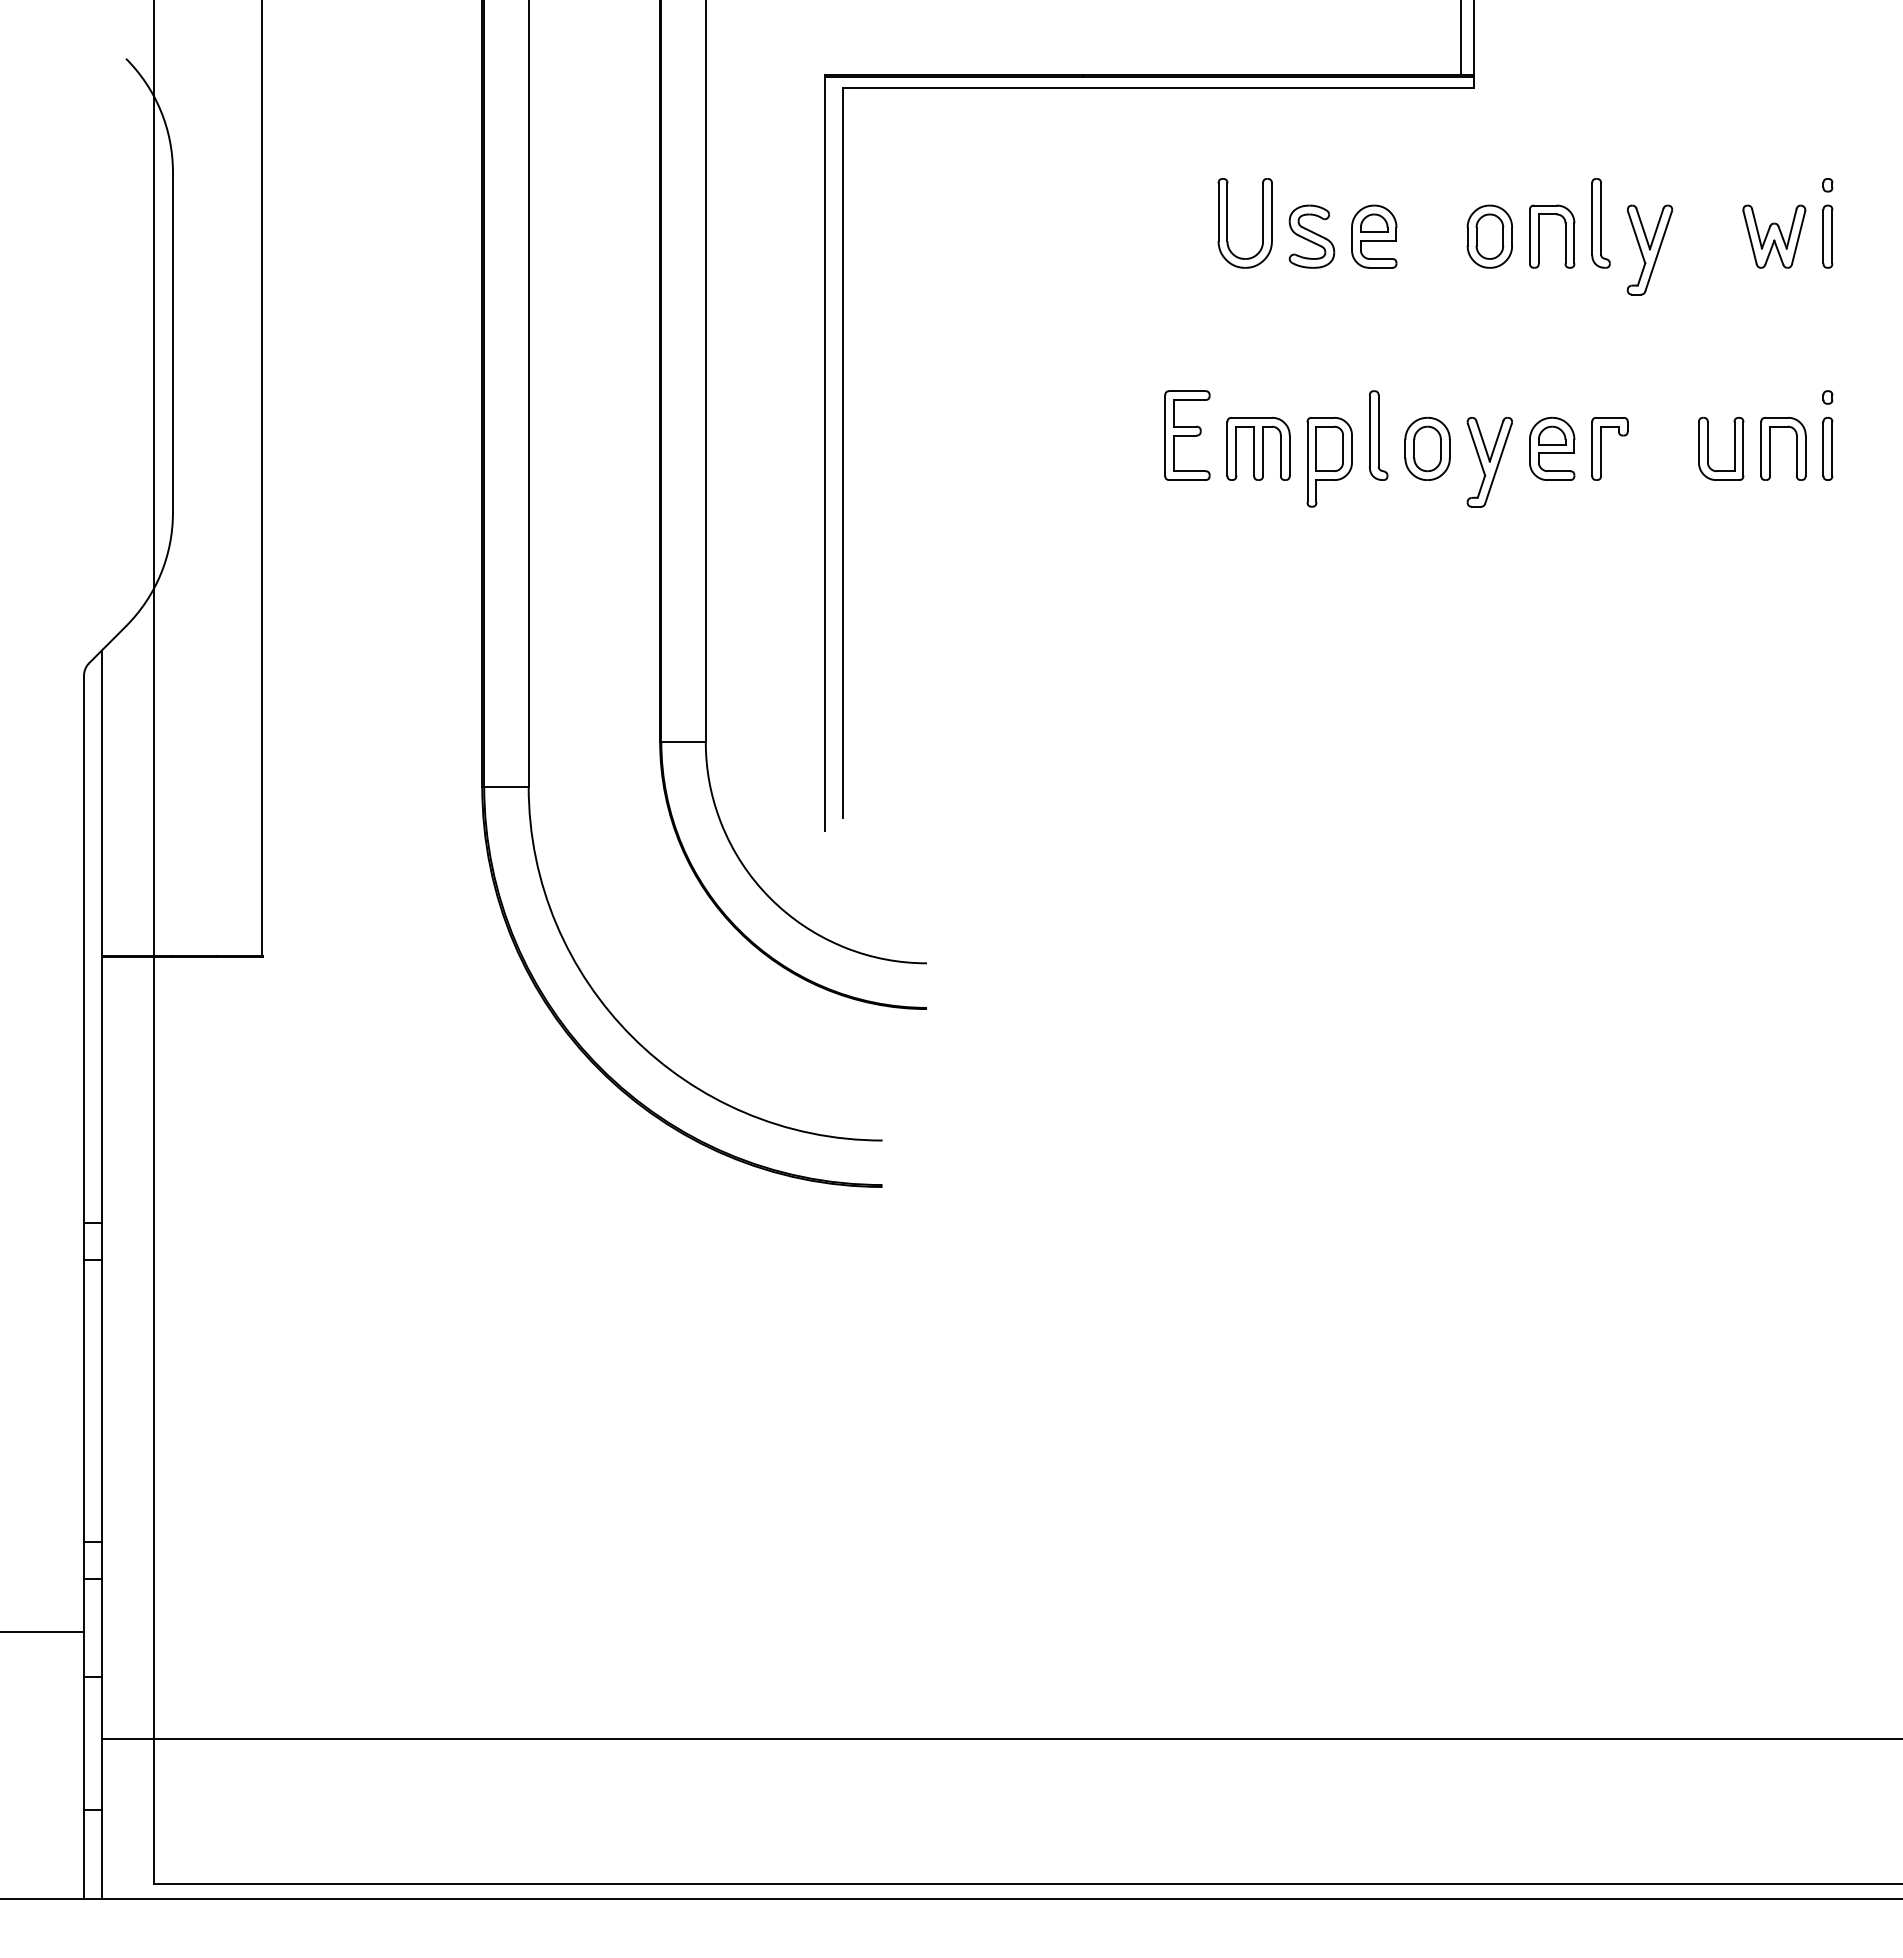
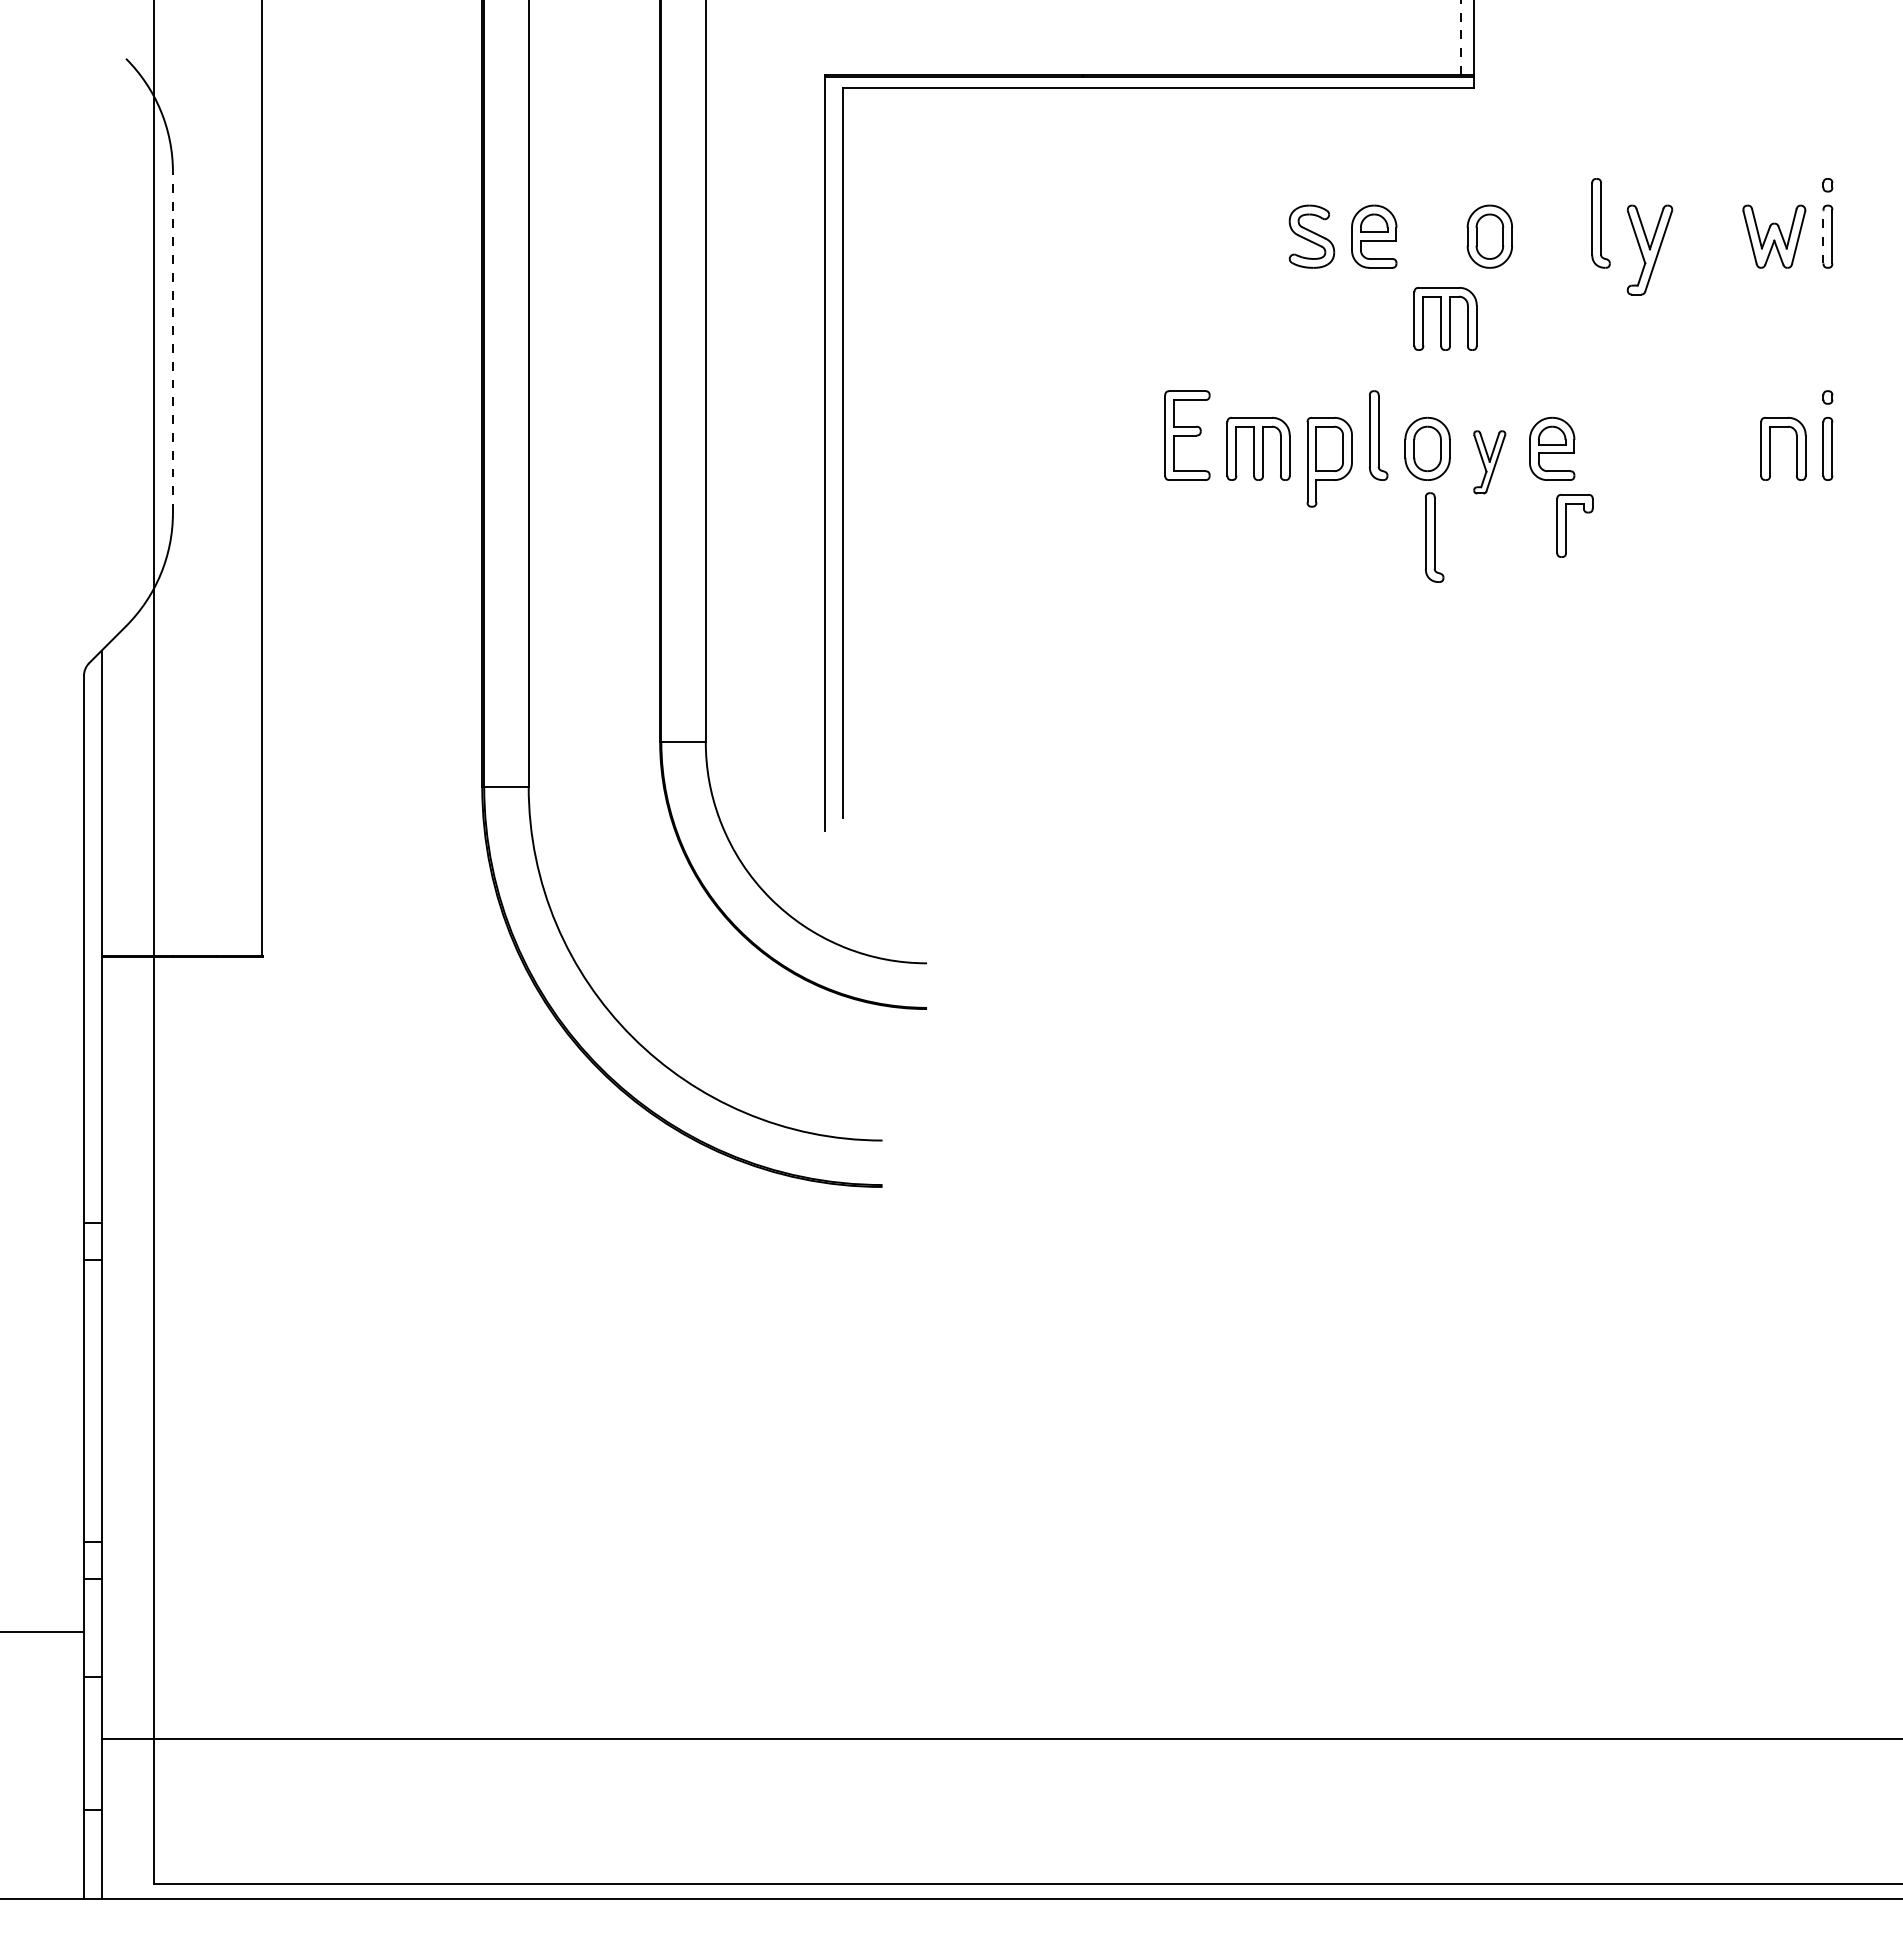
line at (1460, 37): solid -> dashed
part at (1227, 223): present -> none
part at (1539, 236): present -> none
line at (1823, 236): solid -> dashed
part at (1445, 318): none -> present
line at (172, 342): solid -> dashed
part at (1601, 448) position: (1601, 448) -> (1566, 525)
part at (1708, 448): present -> none
part at (1489, 462) size: 47x91 px -> 34x65 px
part at (1434, 537): none -> present
